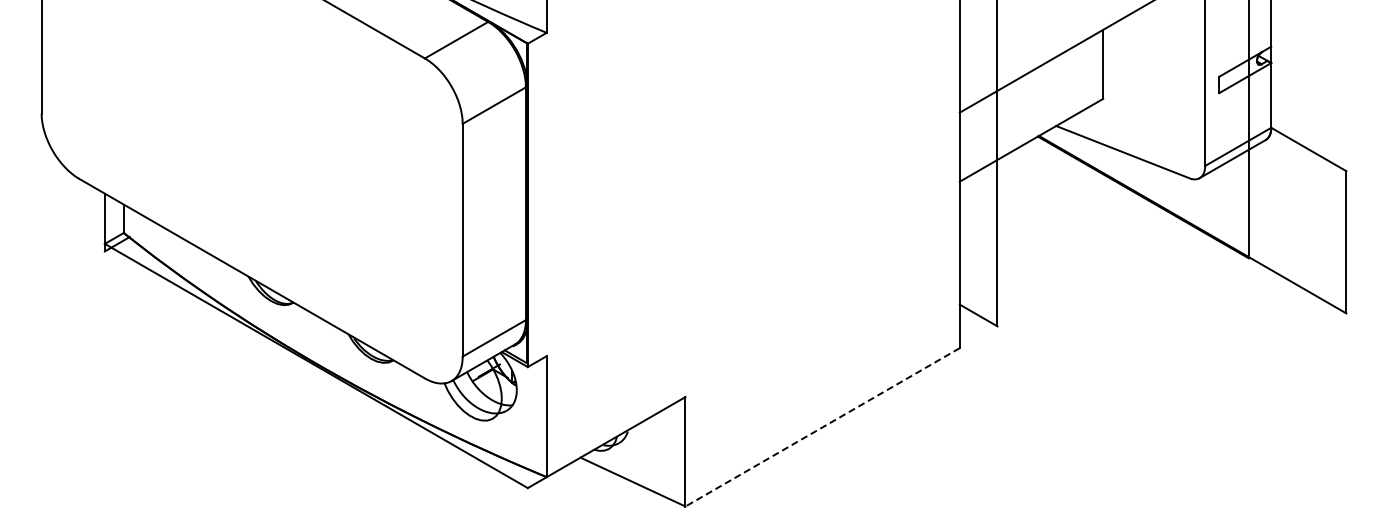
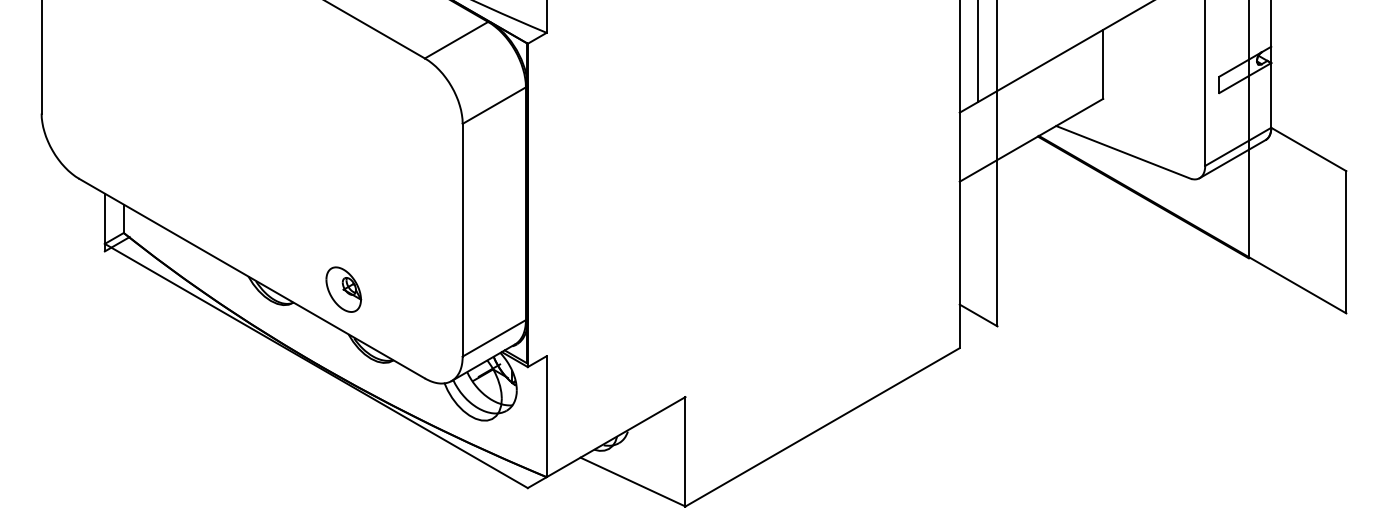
line at (977, 52): none -> present
part at (343, 289): none -> present
line at (822, 427): dashed -> solid
